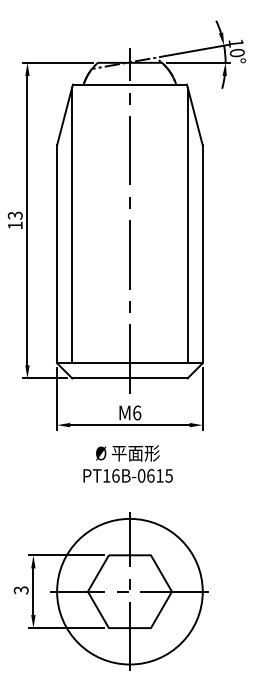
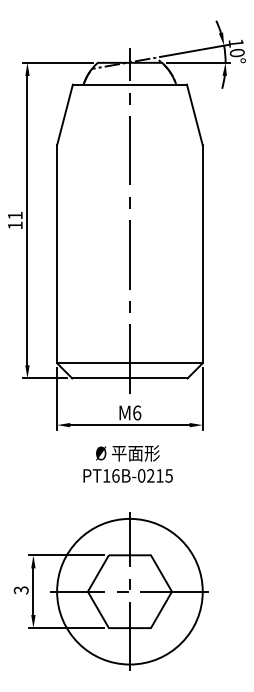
text at (14, 215): 13 -> 11
line at (72, 225): present -> none
line at (187, 225): present -> none
text at (150, 475): PT16B-0615 -> PT16B-0215
